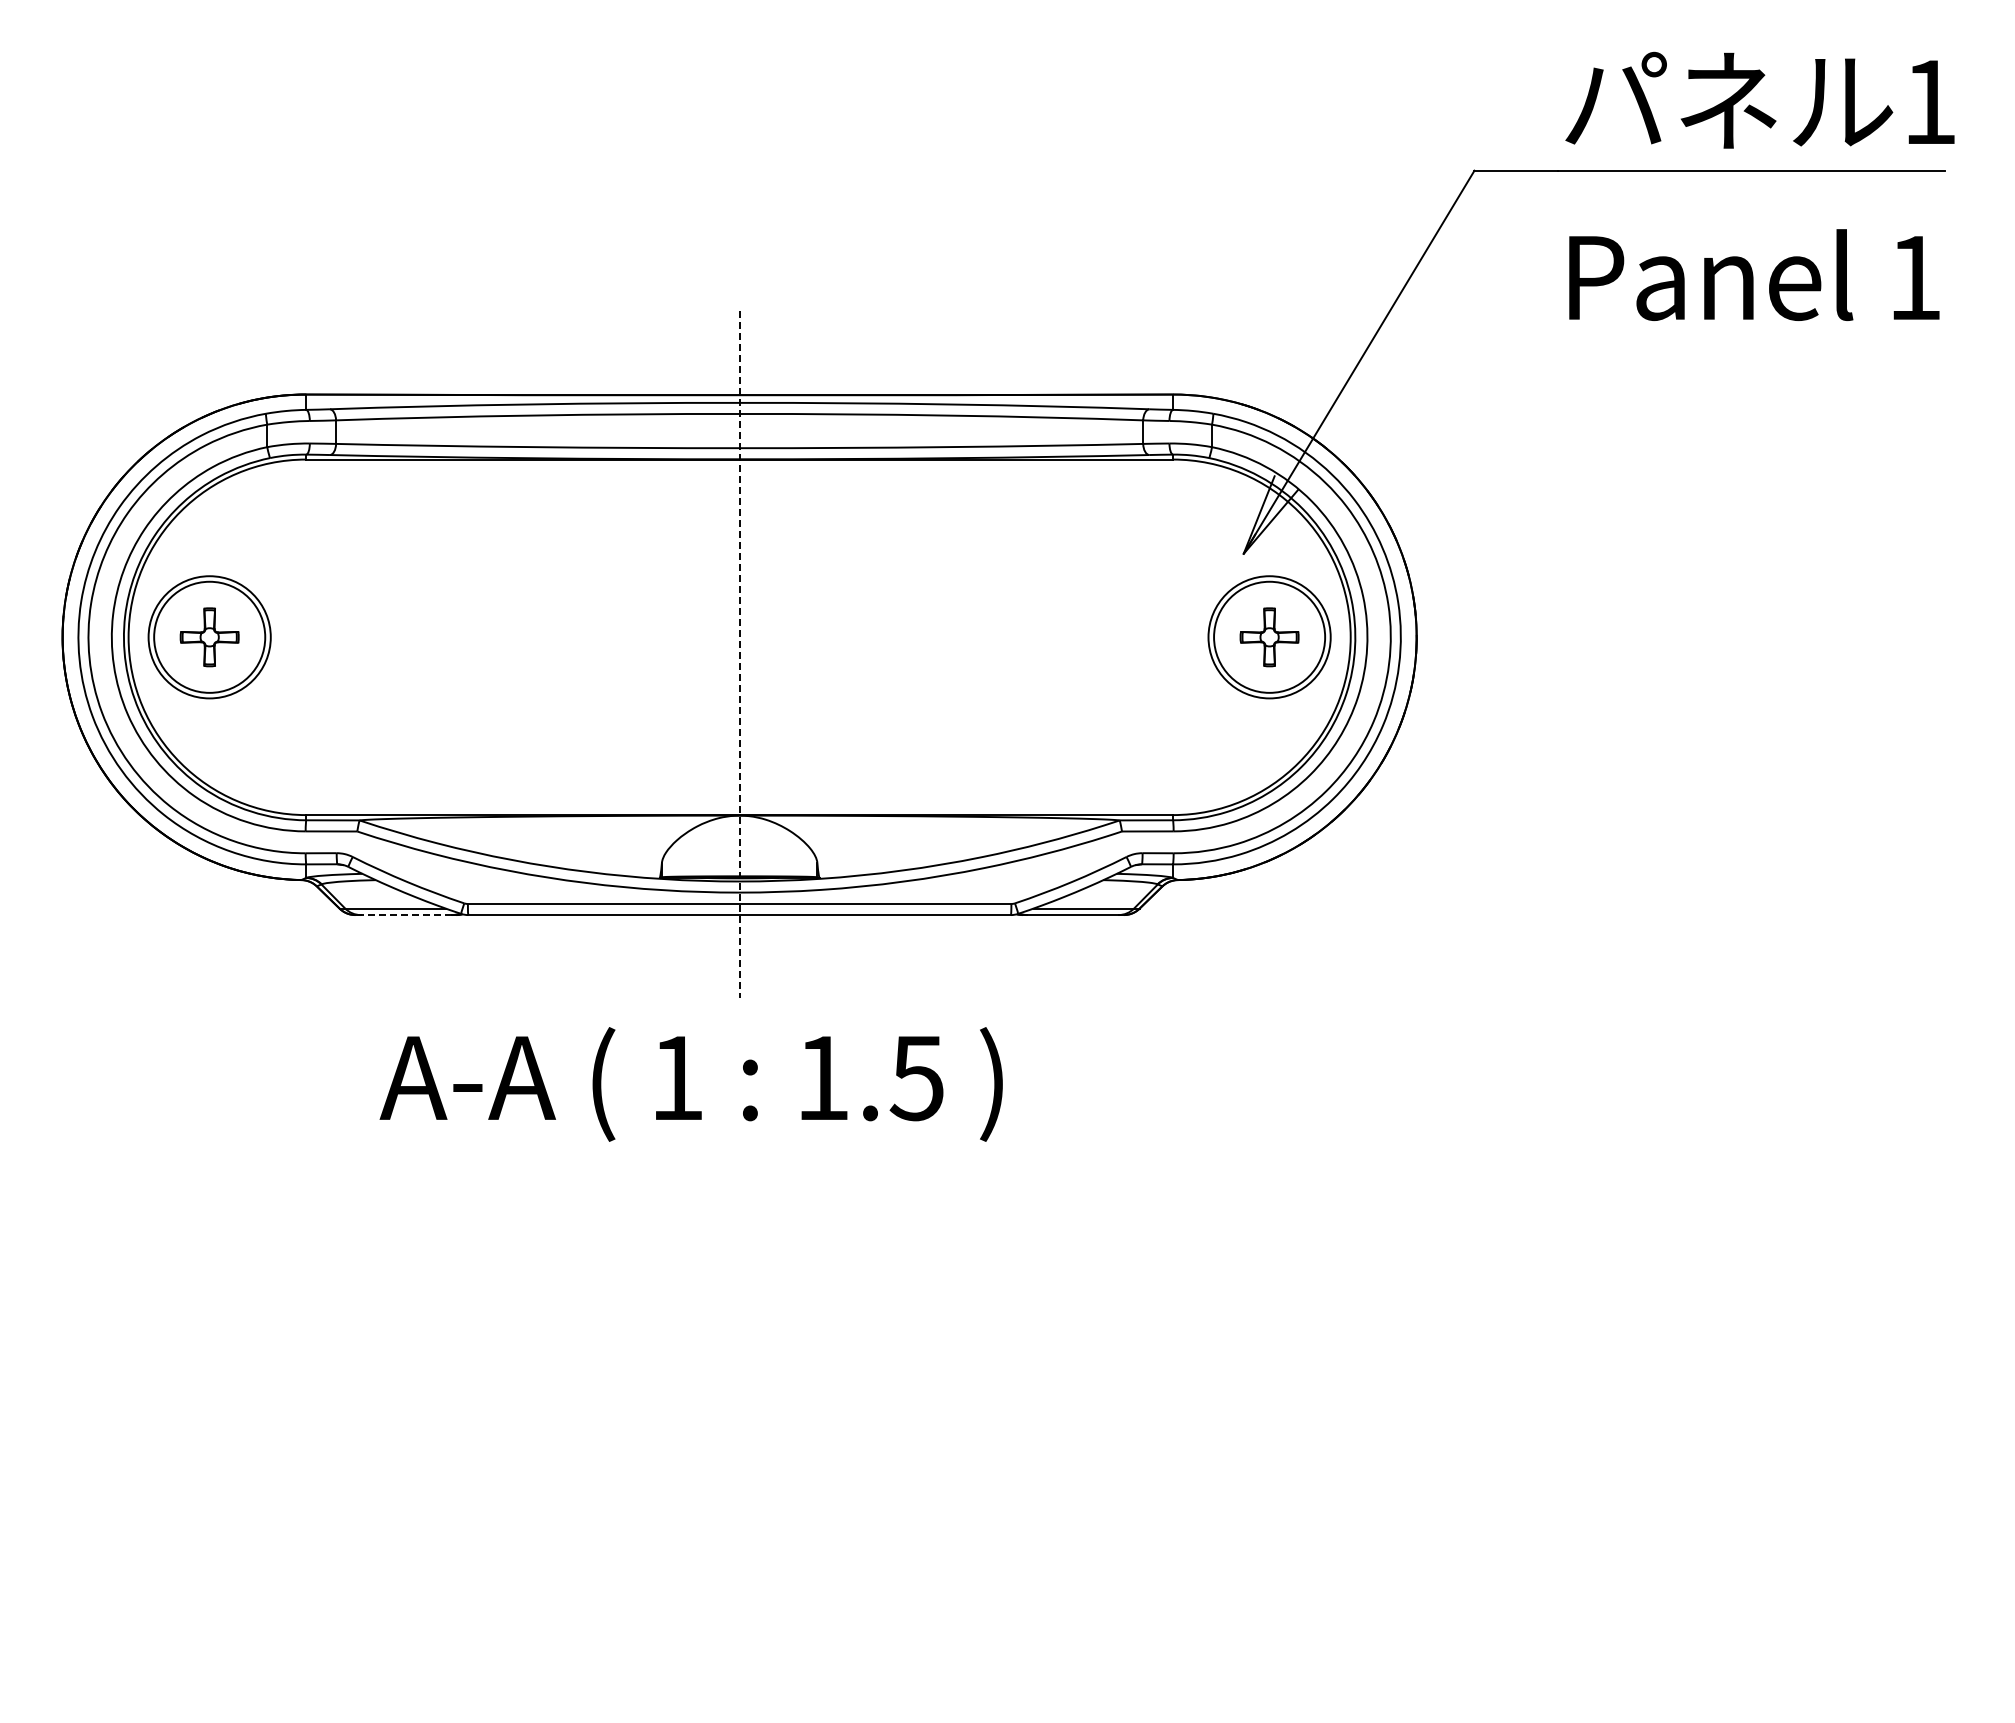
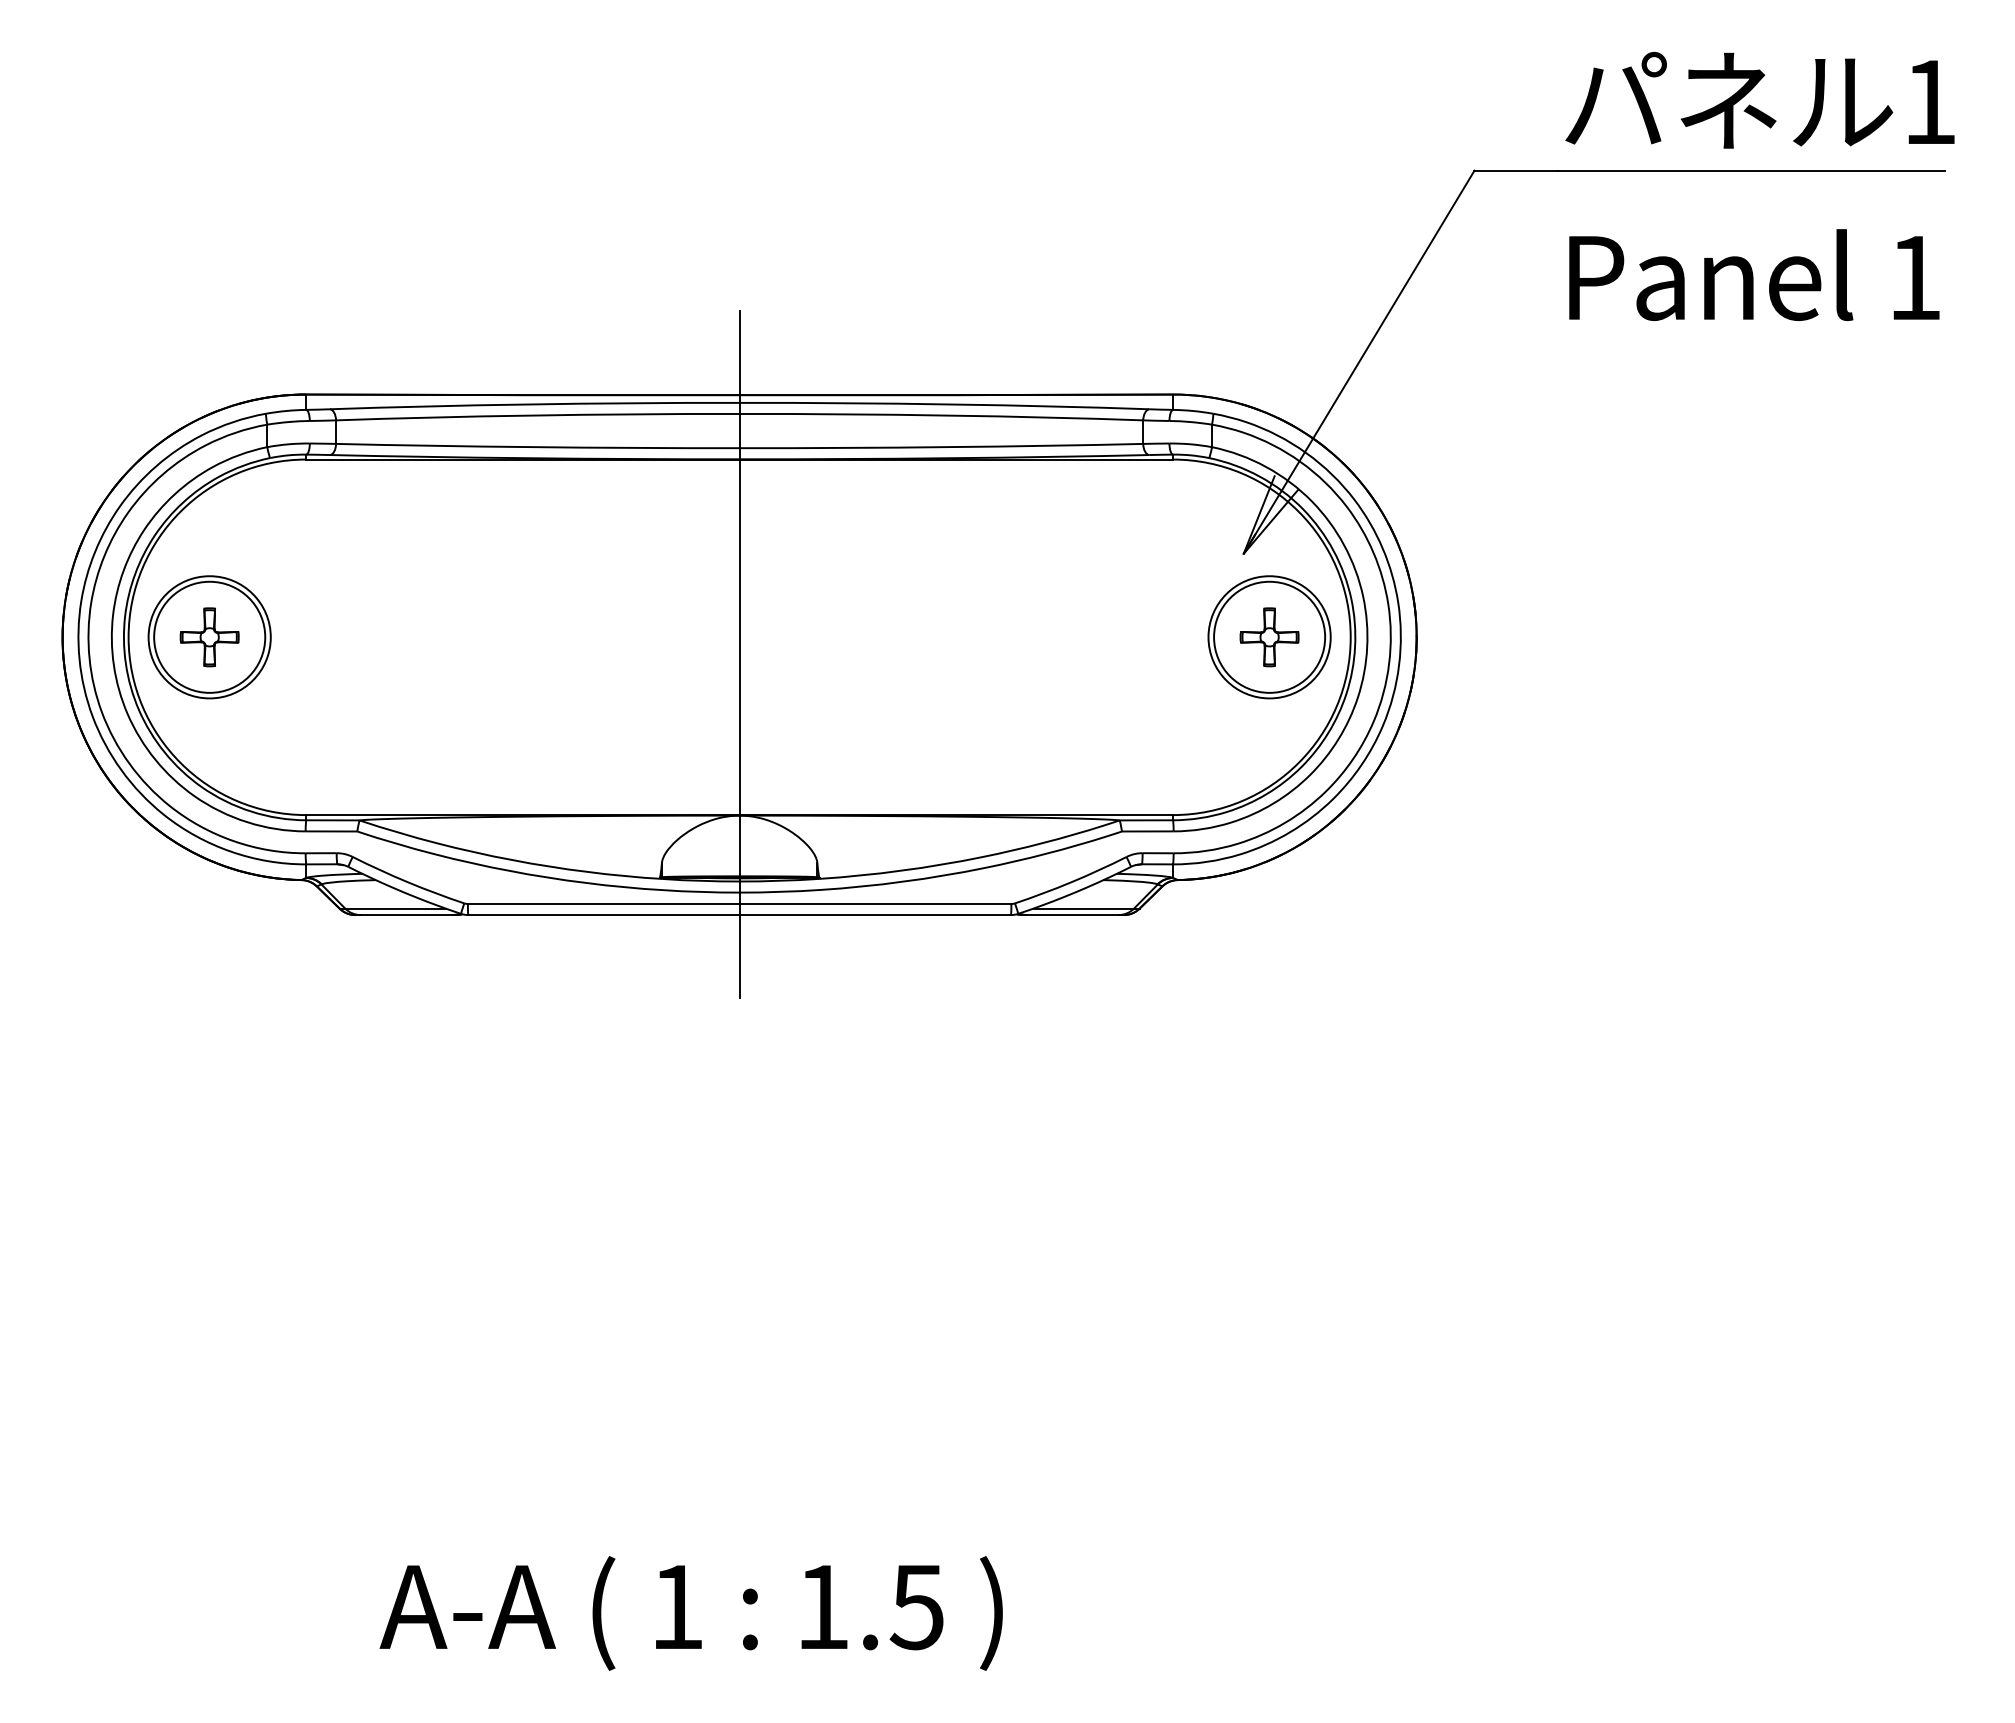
line at (739, 654): dashed -> solid
line at (406, 915): dashed -> solid
text at (690, 1084) position: (690, 1084) -> (690, 1613)
